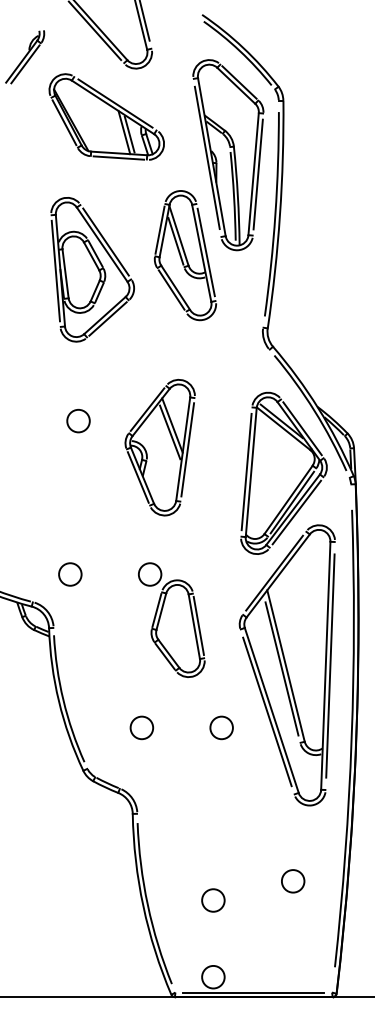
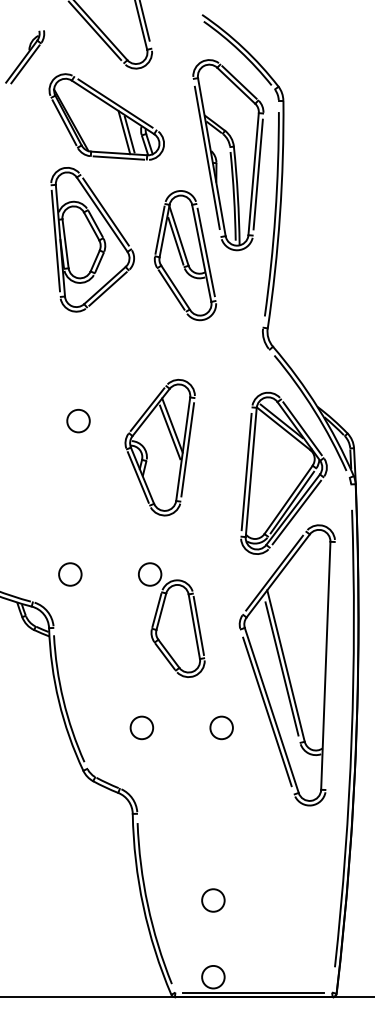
part at (92, 269) position: (92, 269) -> (92, 239)
line at (330, 665): present -> none
circle at (293, 881): present -> none
